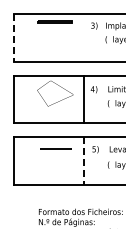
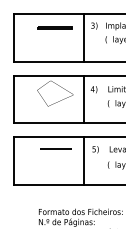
line at (54, 21) position: (54, 21) -> (54, 27)
line at (83, 37): none -> present
line at (13, 38): dashed -> solid
line at (83, 161): dashed -> solid
